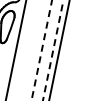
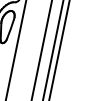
line at (41, 50): dashed -> solid
line at (53, 50): dashed -> solid
